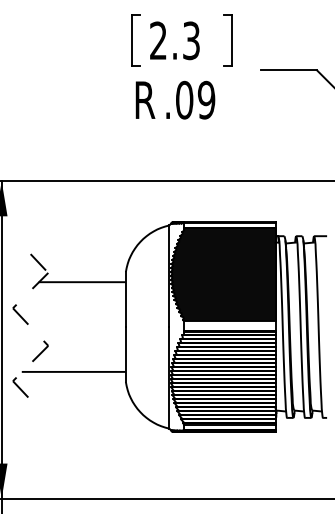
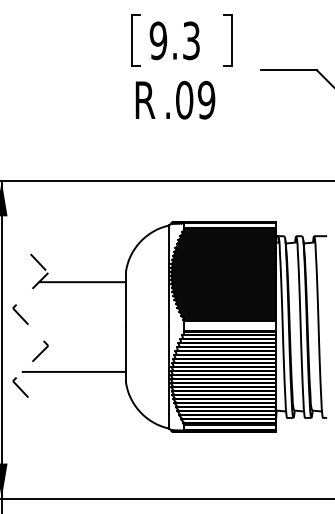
text at (158, 40): 2.3 -> 9.3
